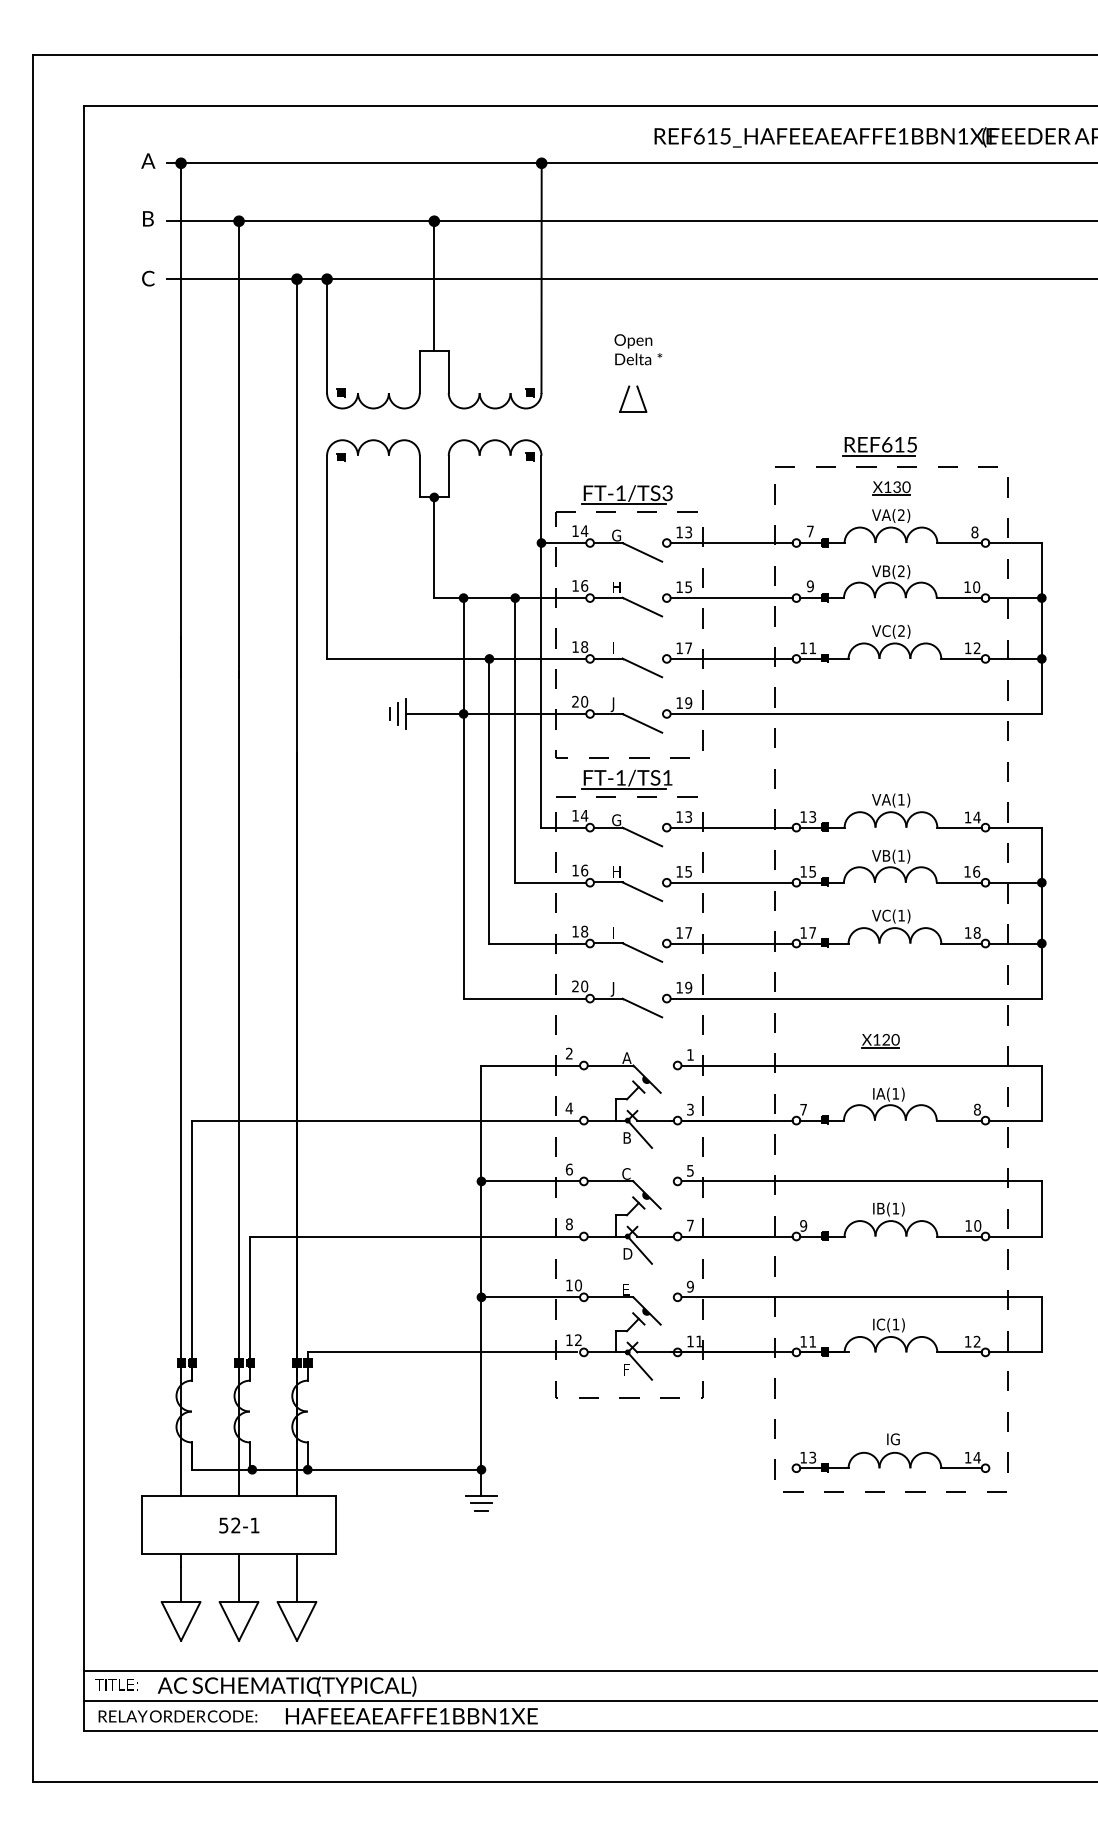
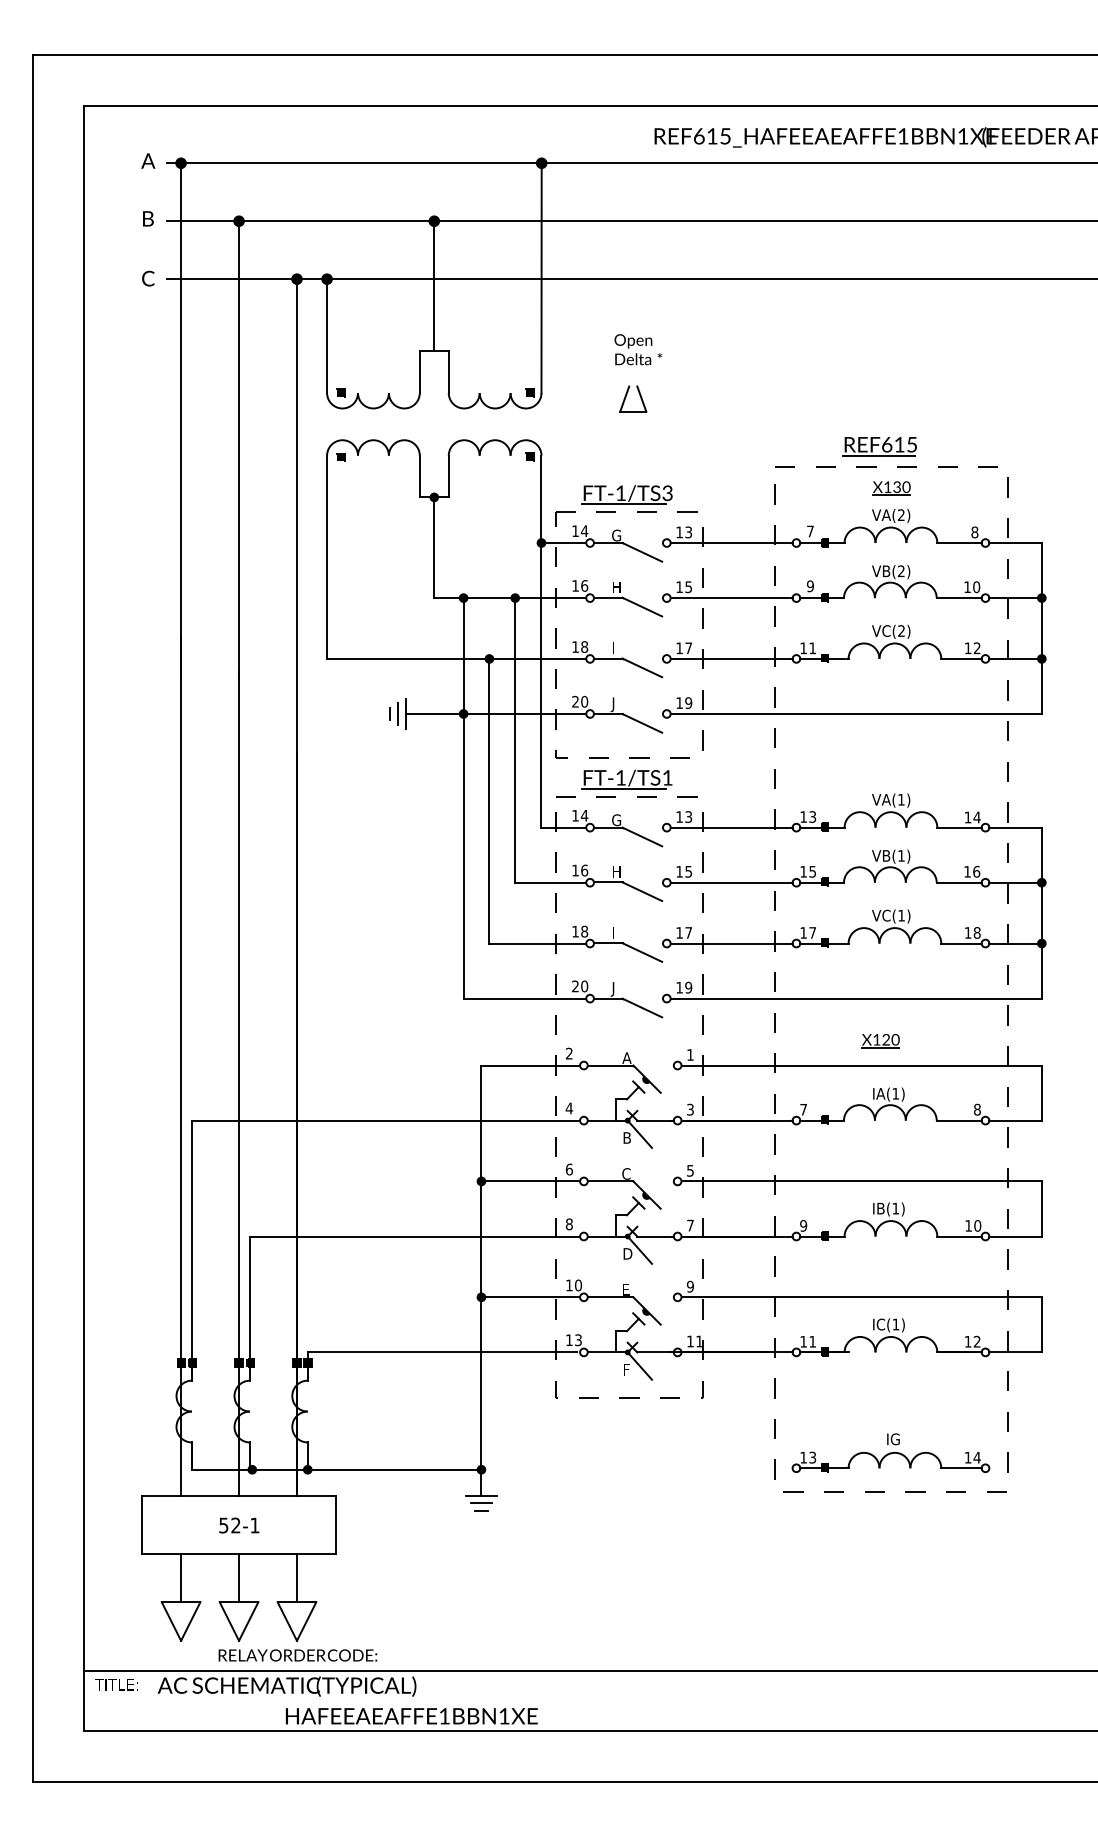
text at (578, 1340): 12 -> 13
line at (588, 1700): present -> none
text at (177, 1716) position: (177, 1716) -> (297, 1655)
